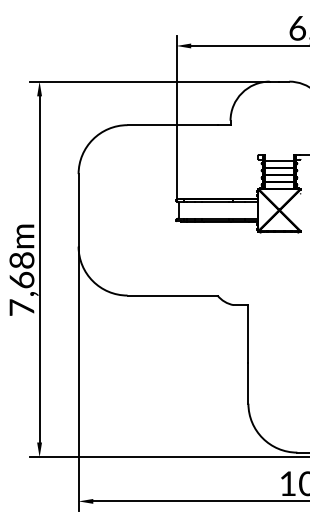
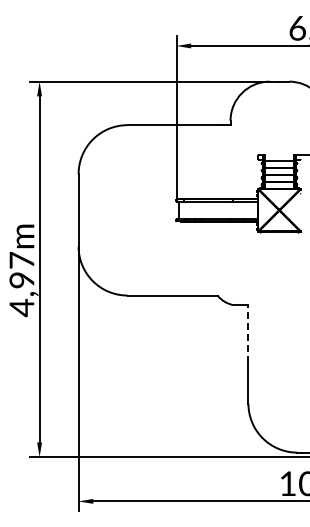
text at (21, 284): 7,68m -> 4,97m
line at (248, 333): solid -> dashed
